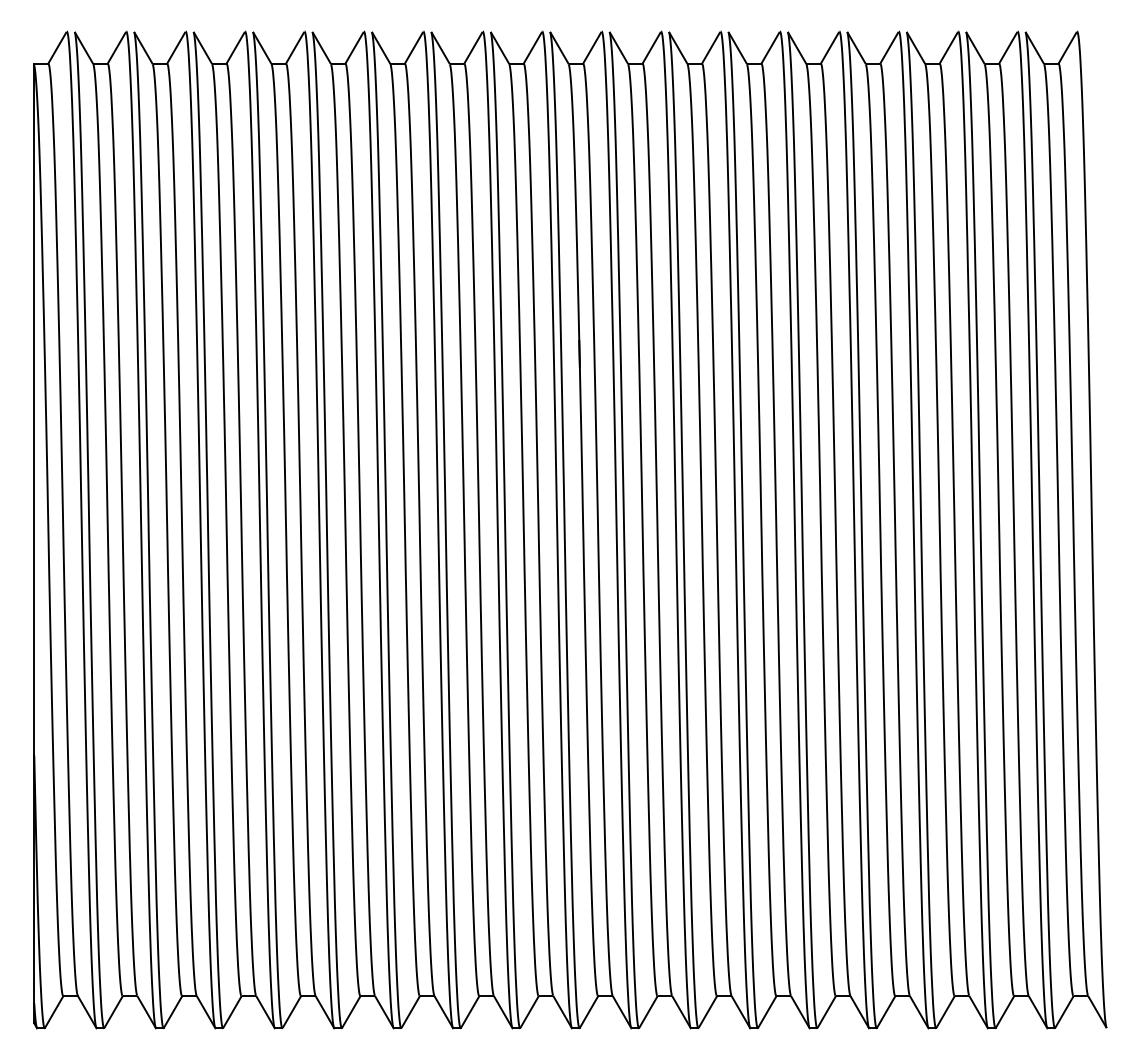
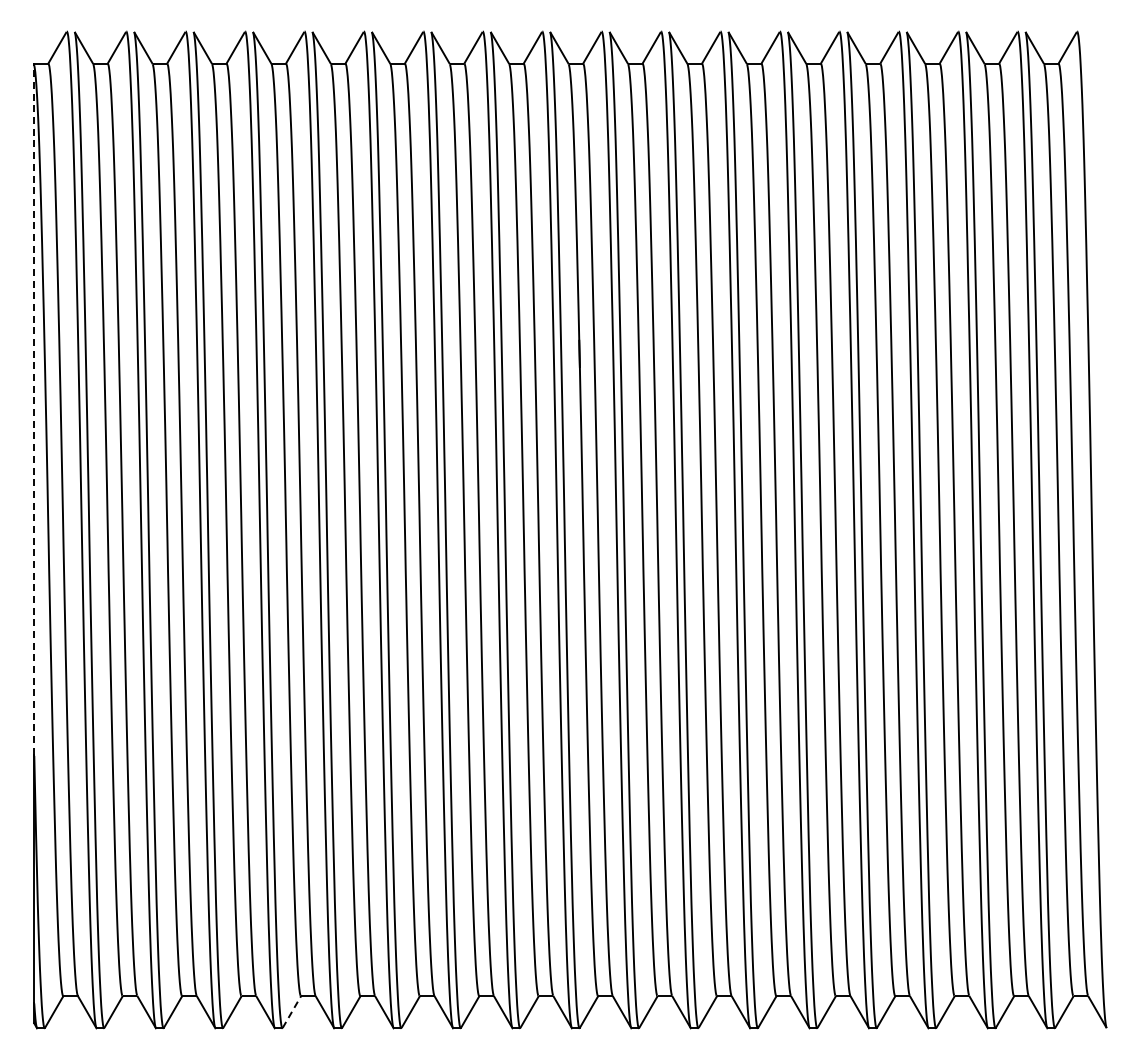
line at (34, 410): solid -> dashed
line at (291, 1011): solid -> dashed
